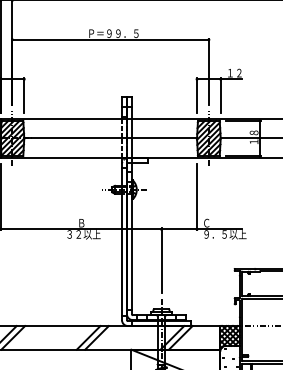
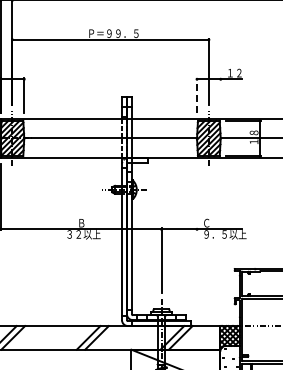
line at (197, 95): solid -> dashed
line at (220, 95): present -> none
line at (197, 197): present -> none
